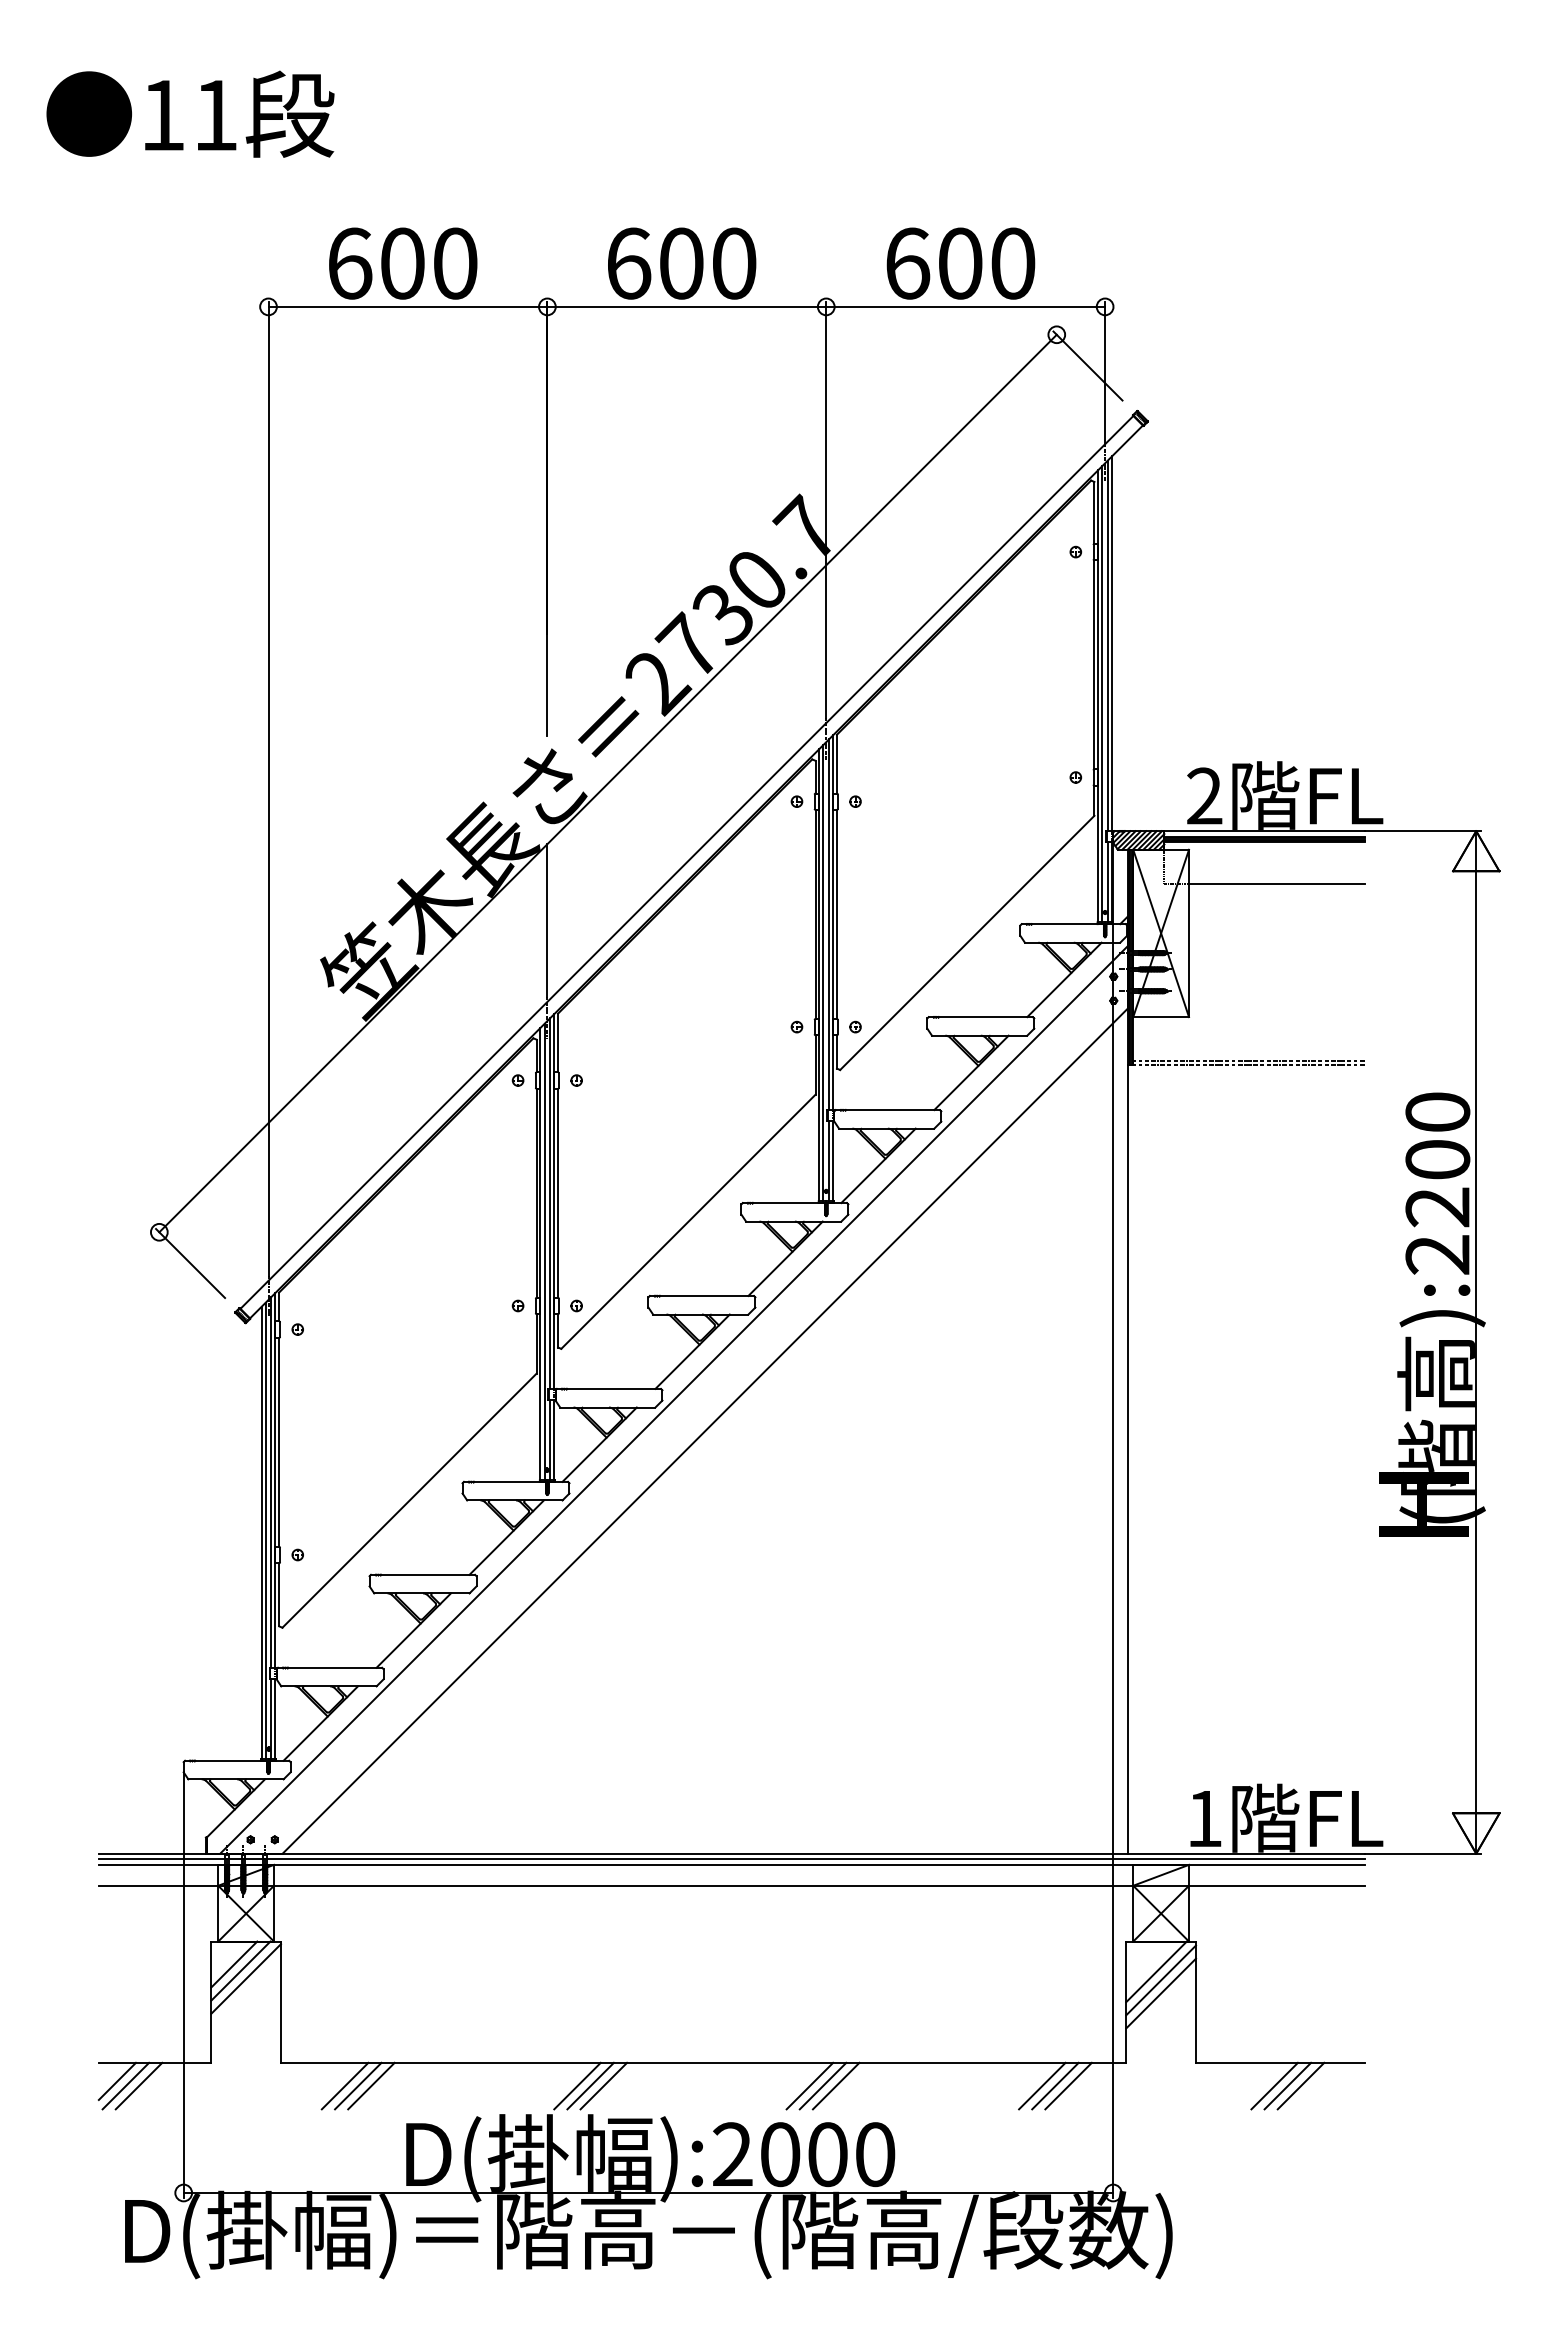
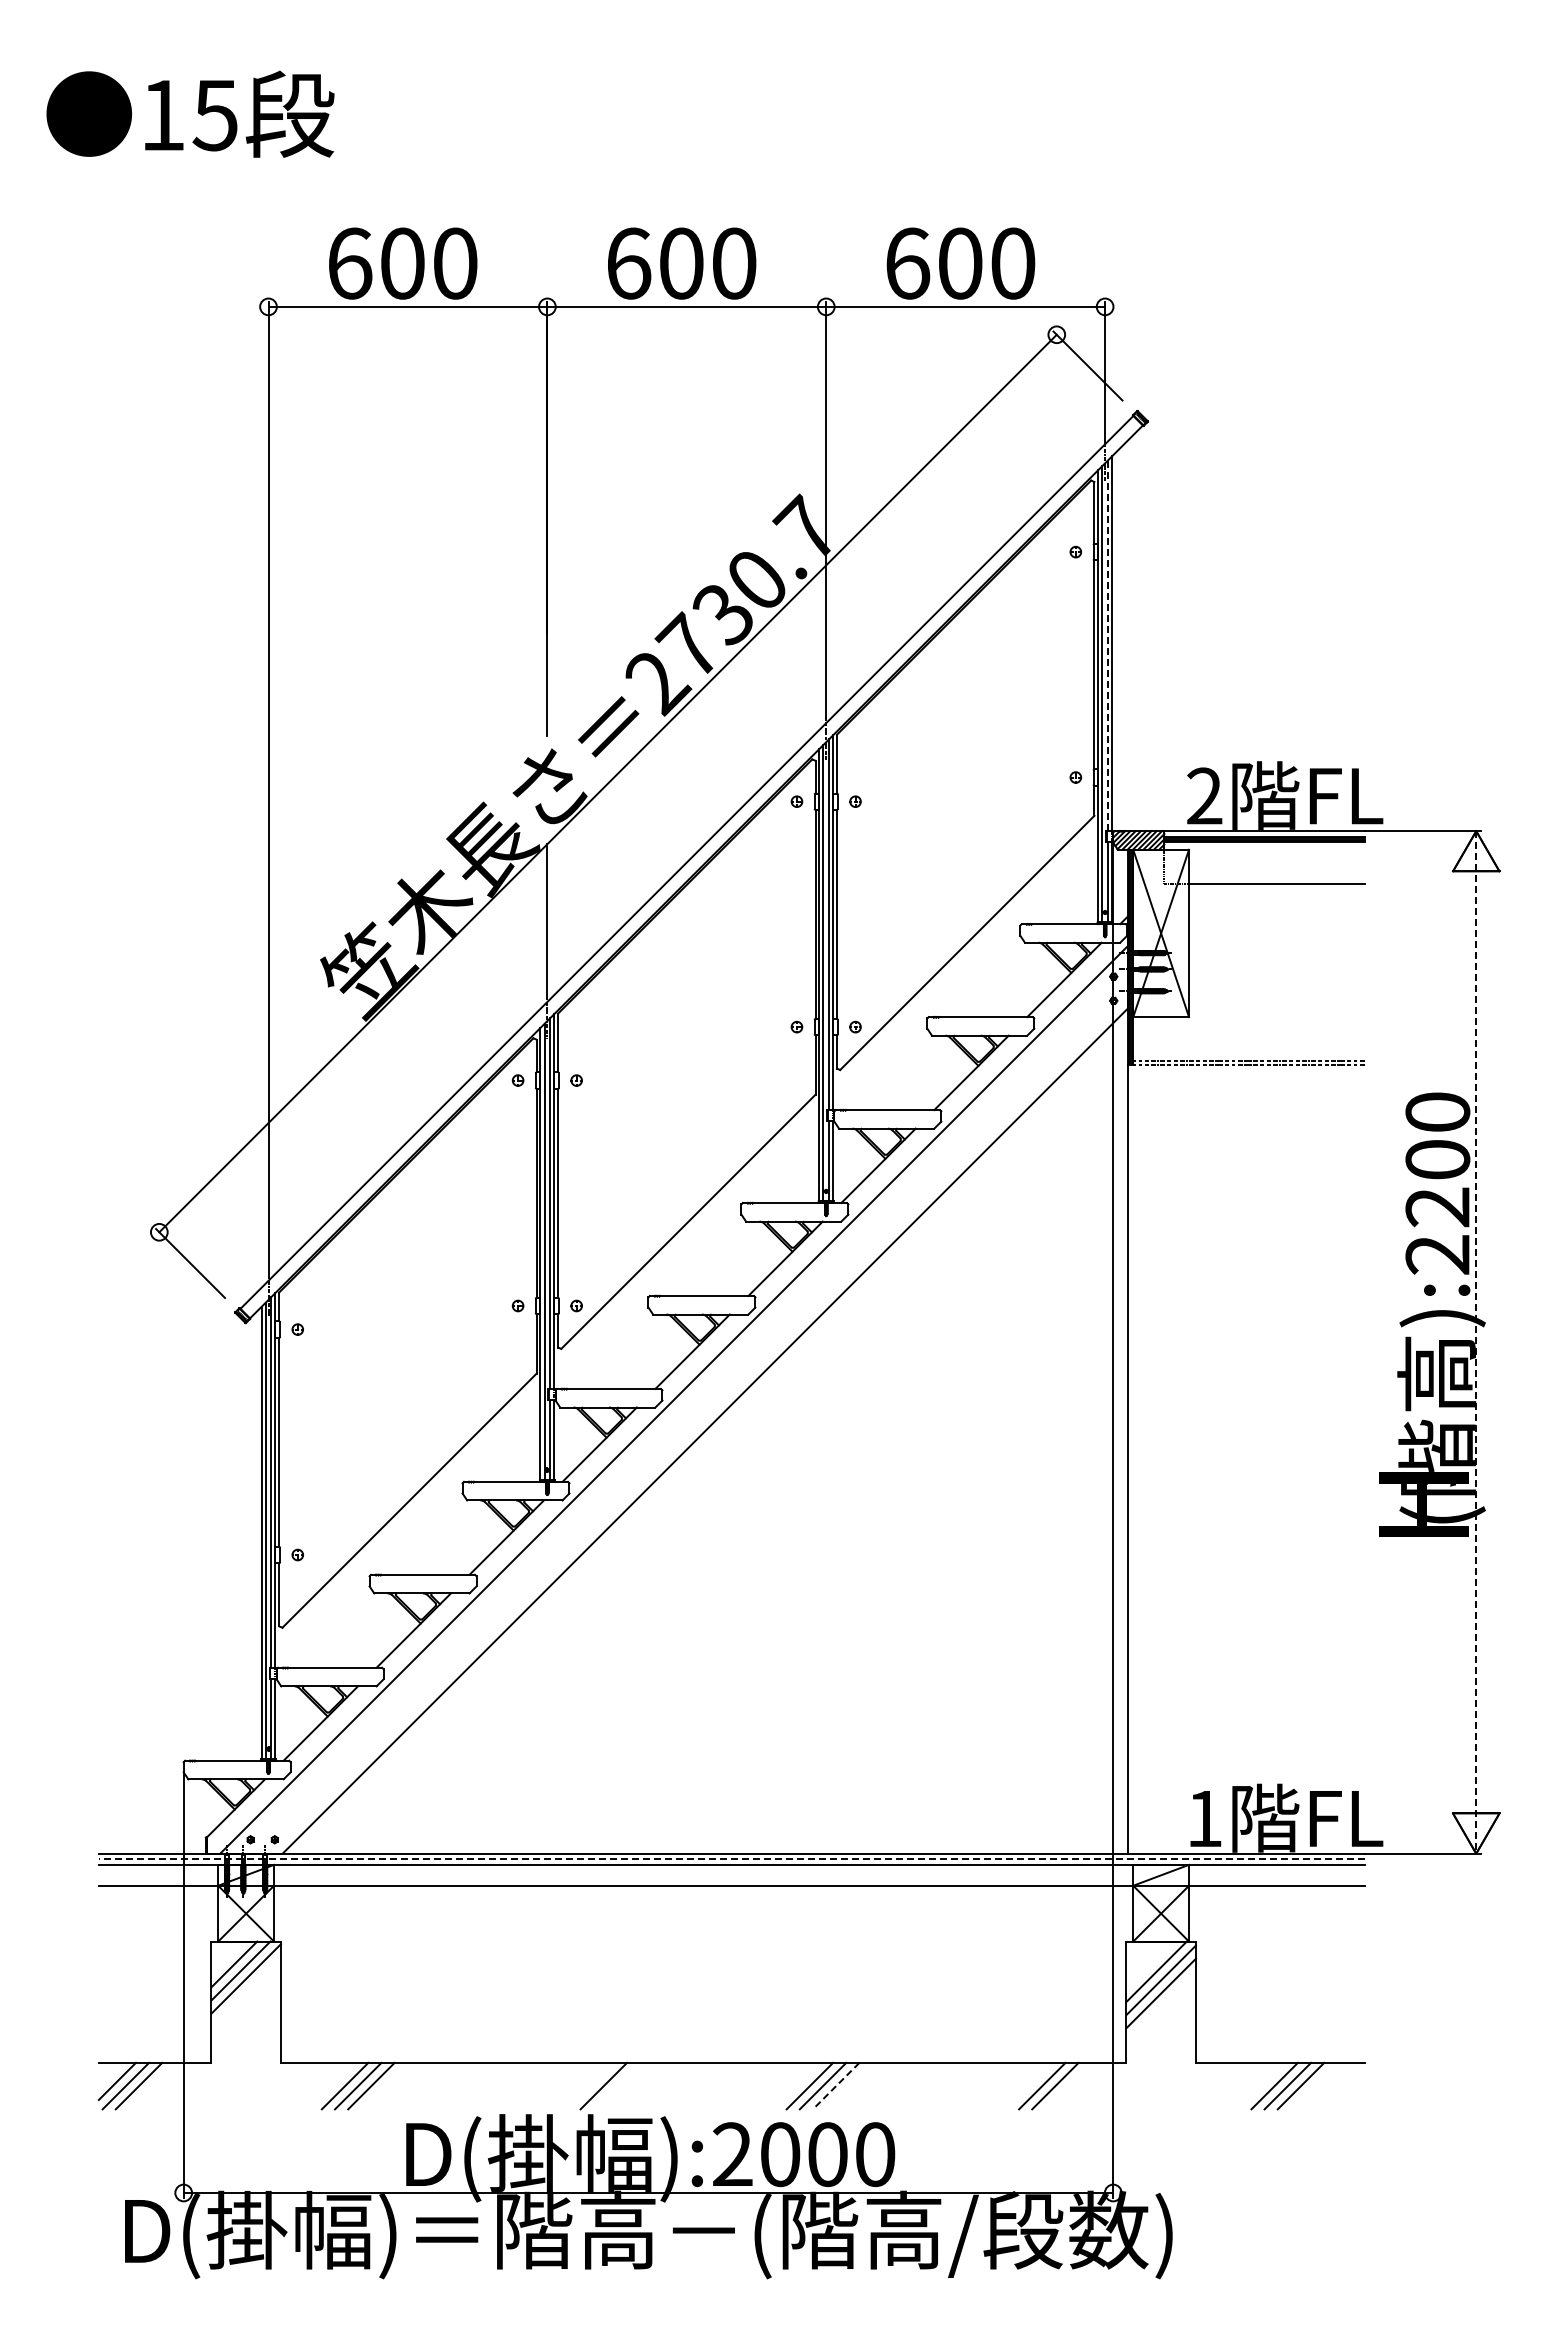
text at (214, 115): 11 -> 15
line at (1107, 646): solid -> dashed
line at (1476, 1342): solid -> dashed
line at (731, 1859): solid -> dashed
line at (577, 2085): present -> none
line at (590, 2085): present -> none
line at (1068, 2085): present -> none
line at (836, 2086): solid -> dashed
